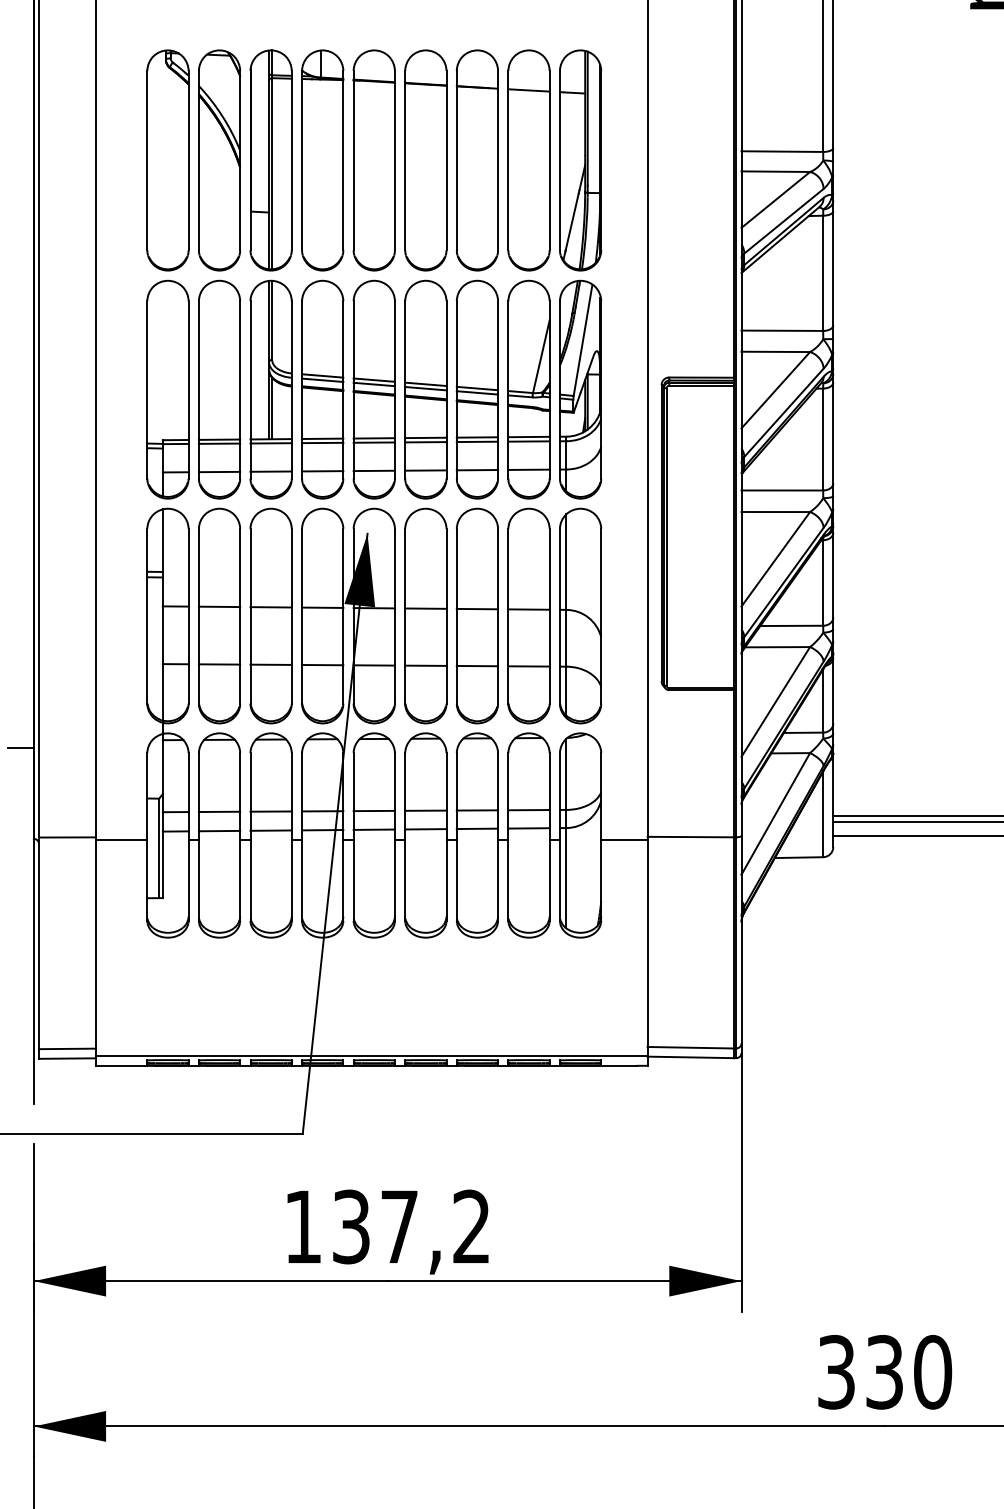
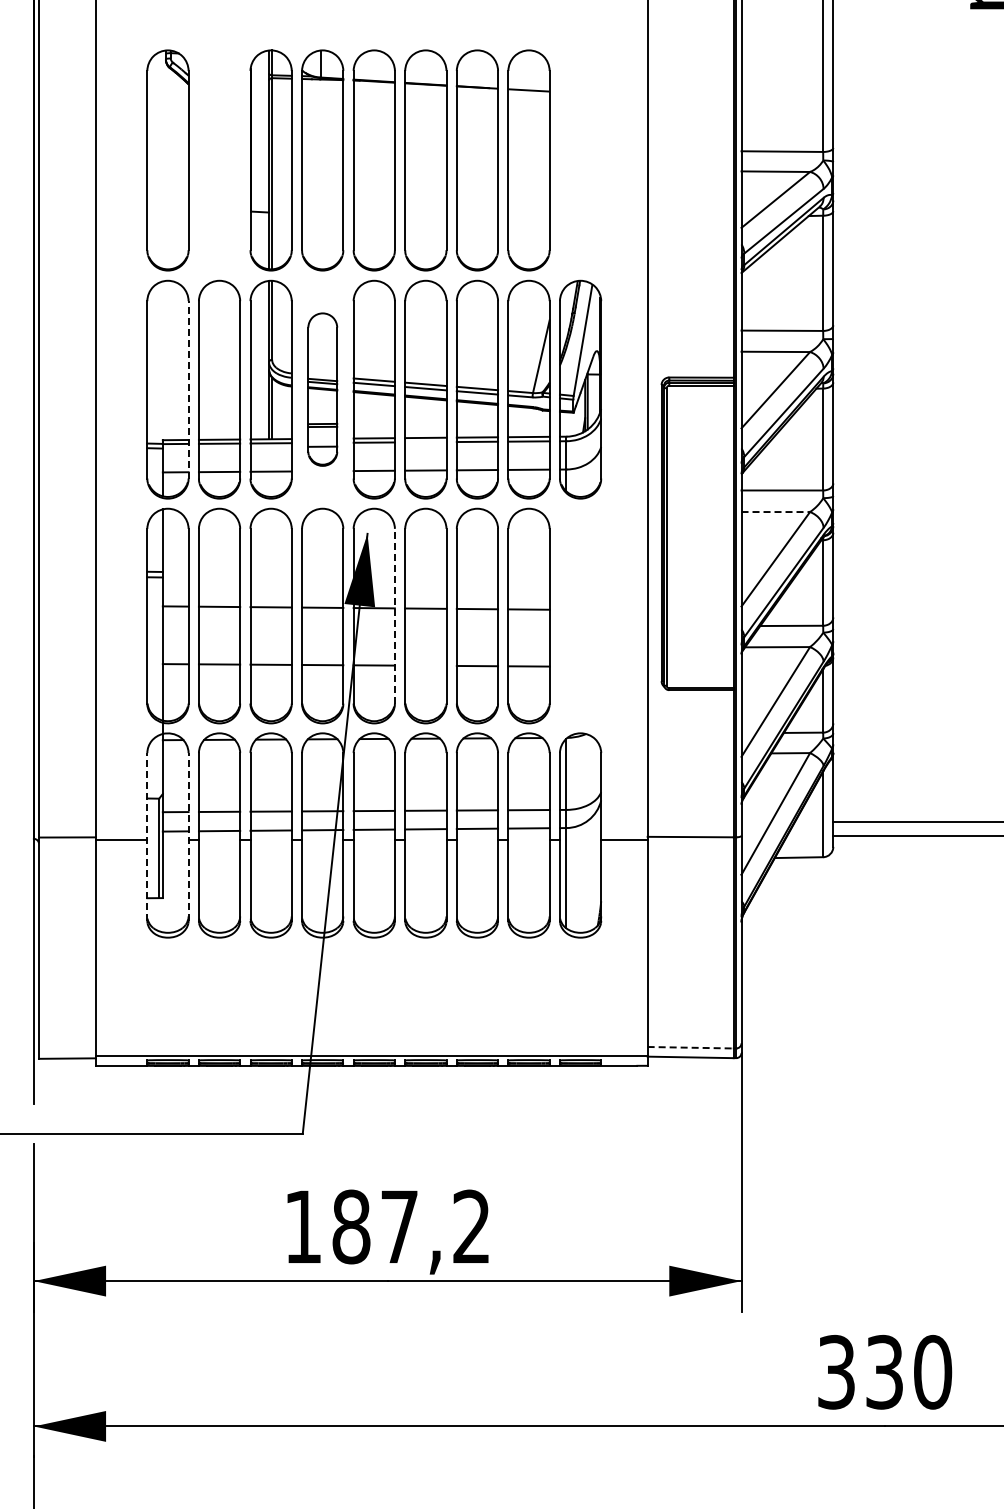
part at (219, 160): present -> none
part at (580, 160): present -> none
line at (188, 389): solid -> dashed
part at (322, 389) size: 44x221 px -> 32x155 px
line at (425, 442): present -> none
line at (776, 512): solid -> dashed
line at (394, 615): solid -> dashed
part at (580, 615): present -> none
line at (425, 665): present -> none
line at (20, 747): present -> none
line at (916, 815): present -> none
line at (147, 837): solid -> dashed
line at (188, 837): solid -> dashed
line at (691, 1047): solid -> dashed
line at (67, 1048): present -> none
text at (351, 1226): 137,2 -> 187,2
